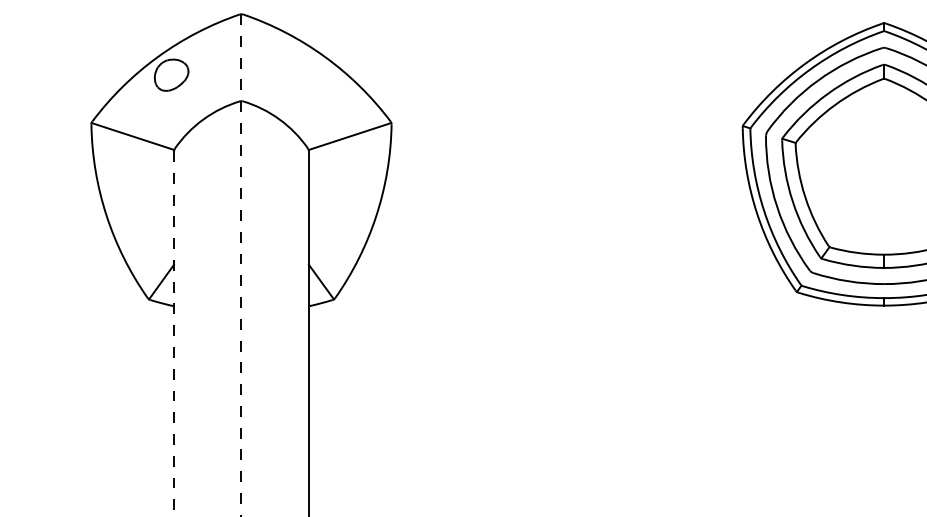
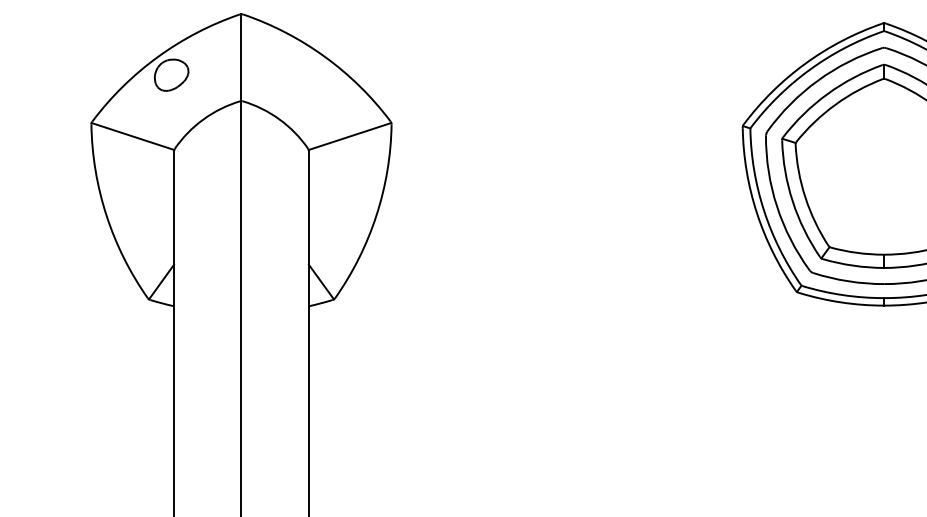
line at (241, 266): dashed -> solid
line at (173, 333): dashed -> solid
